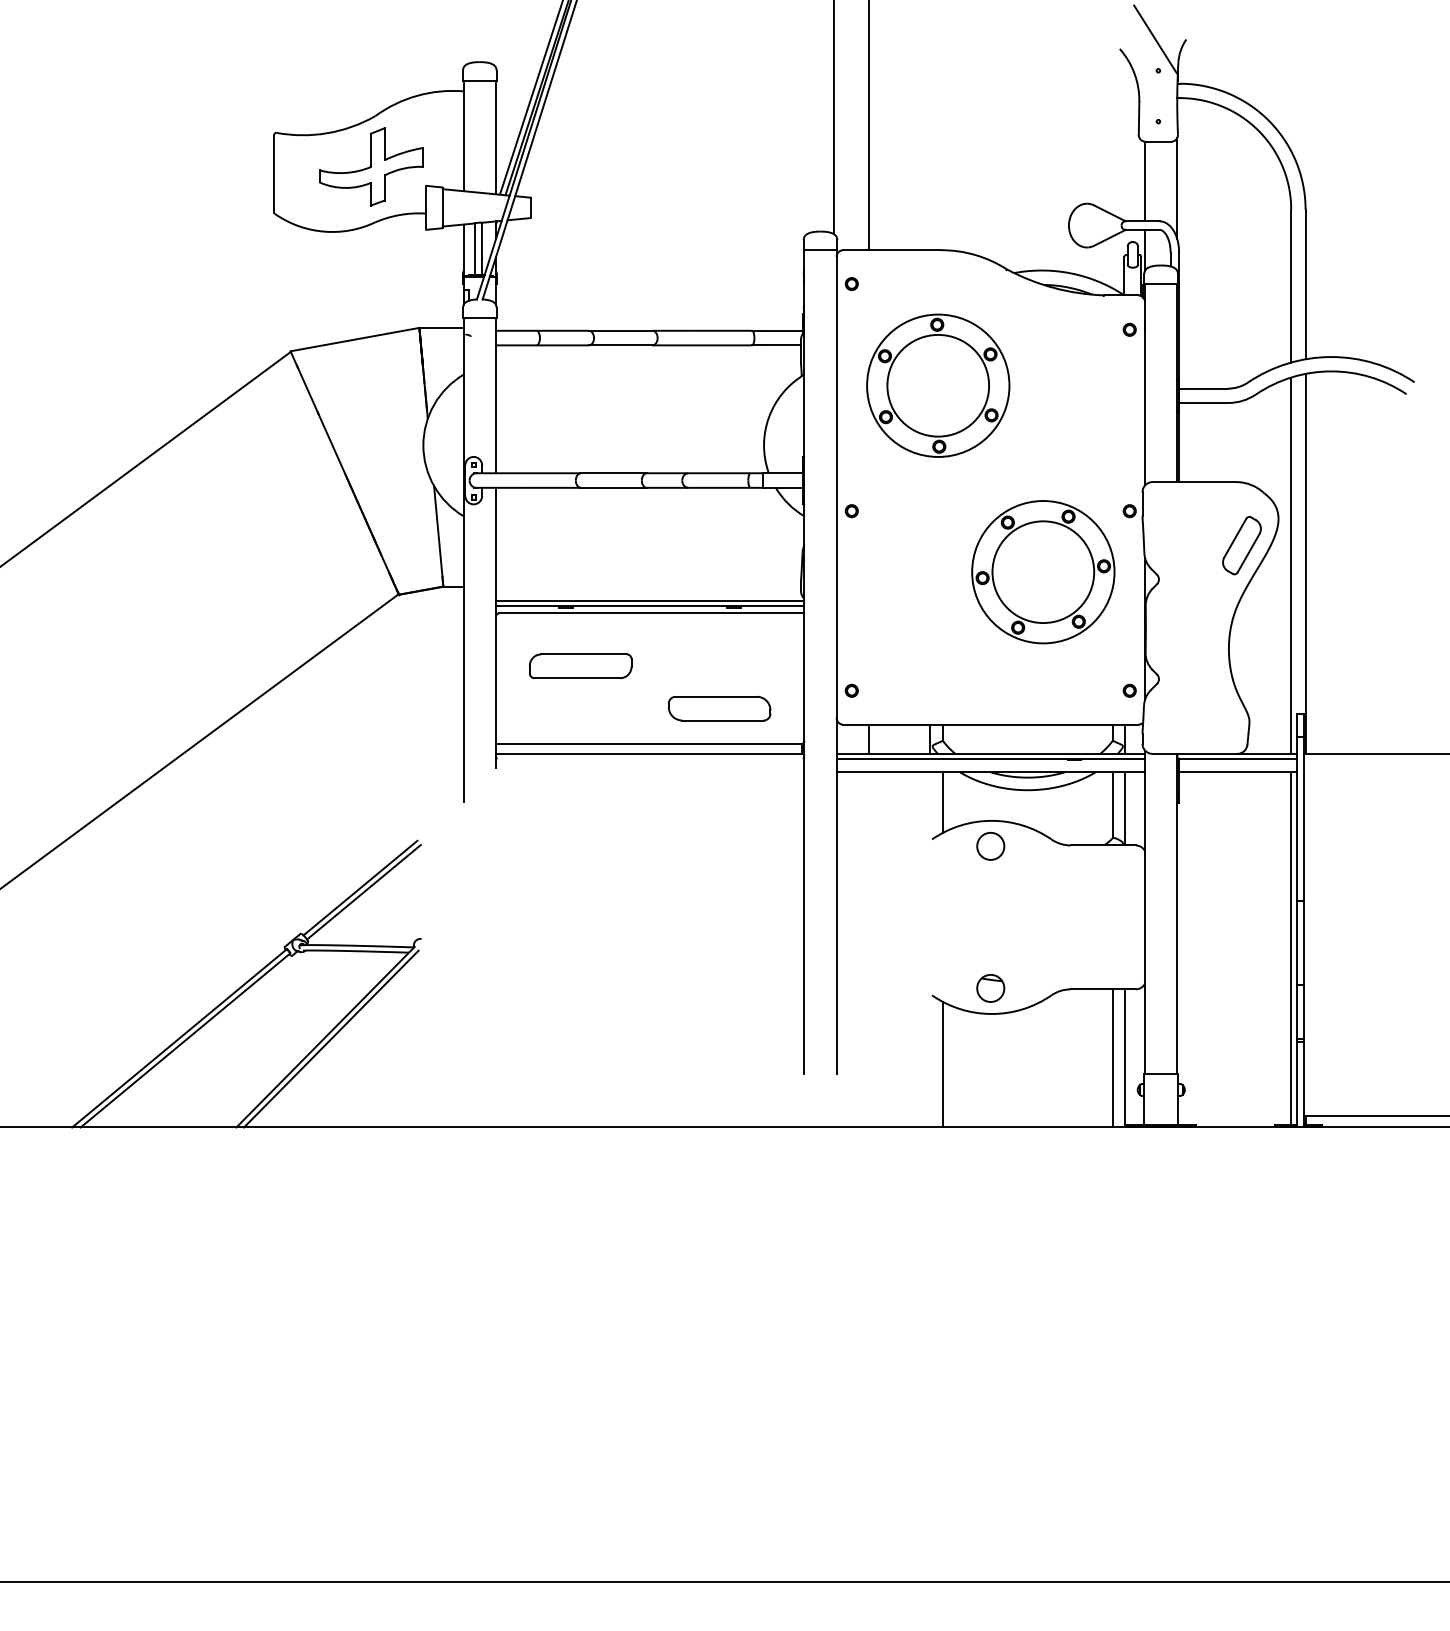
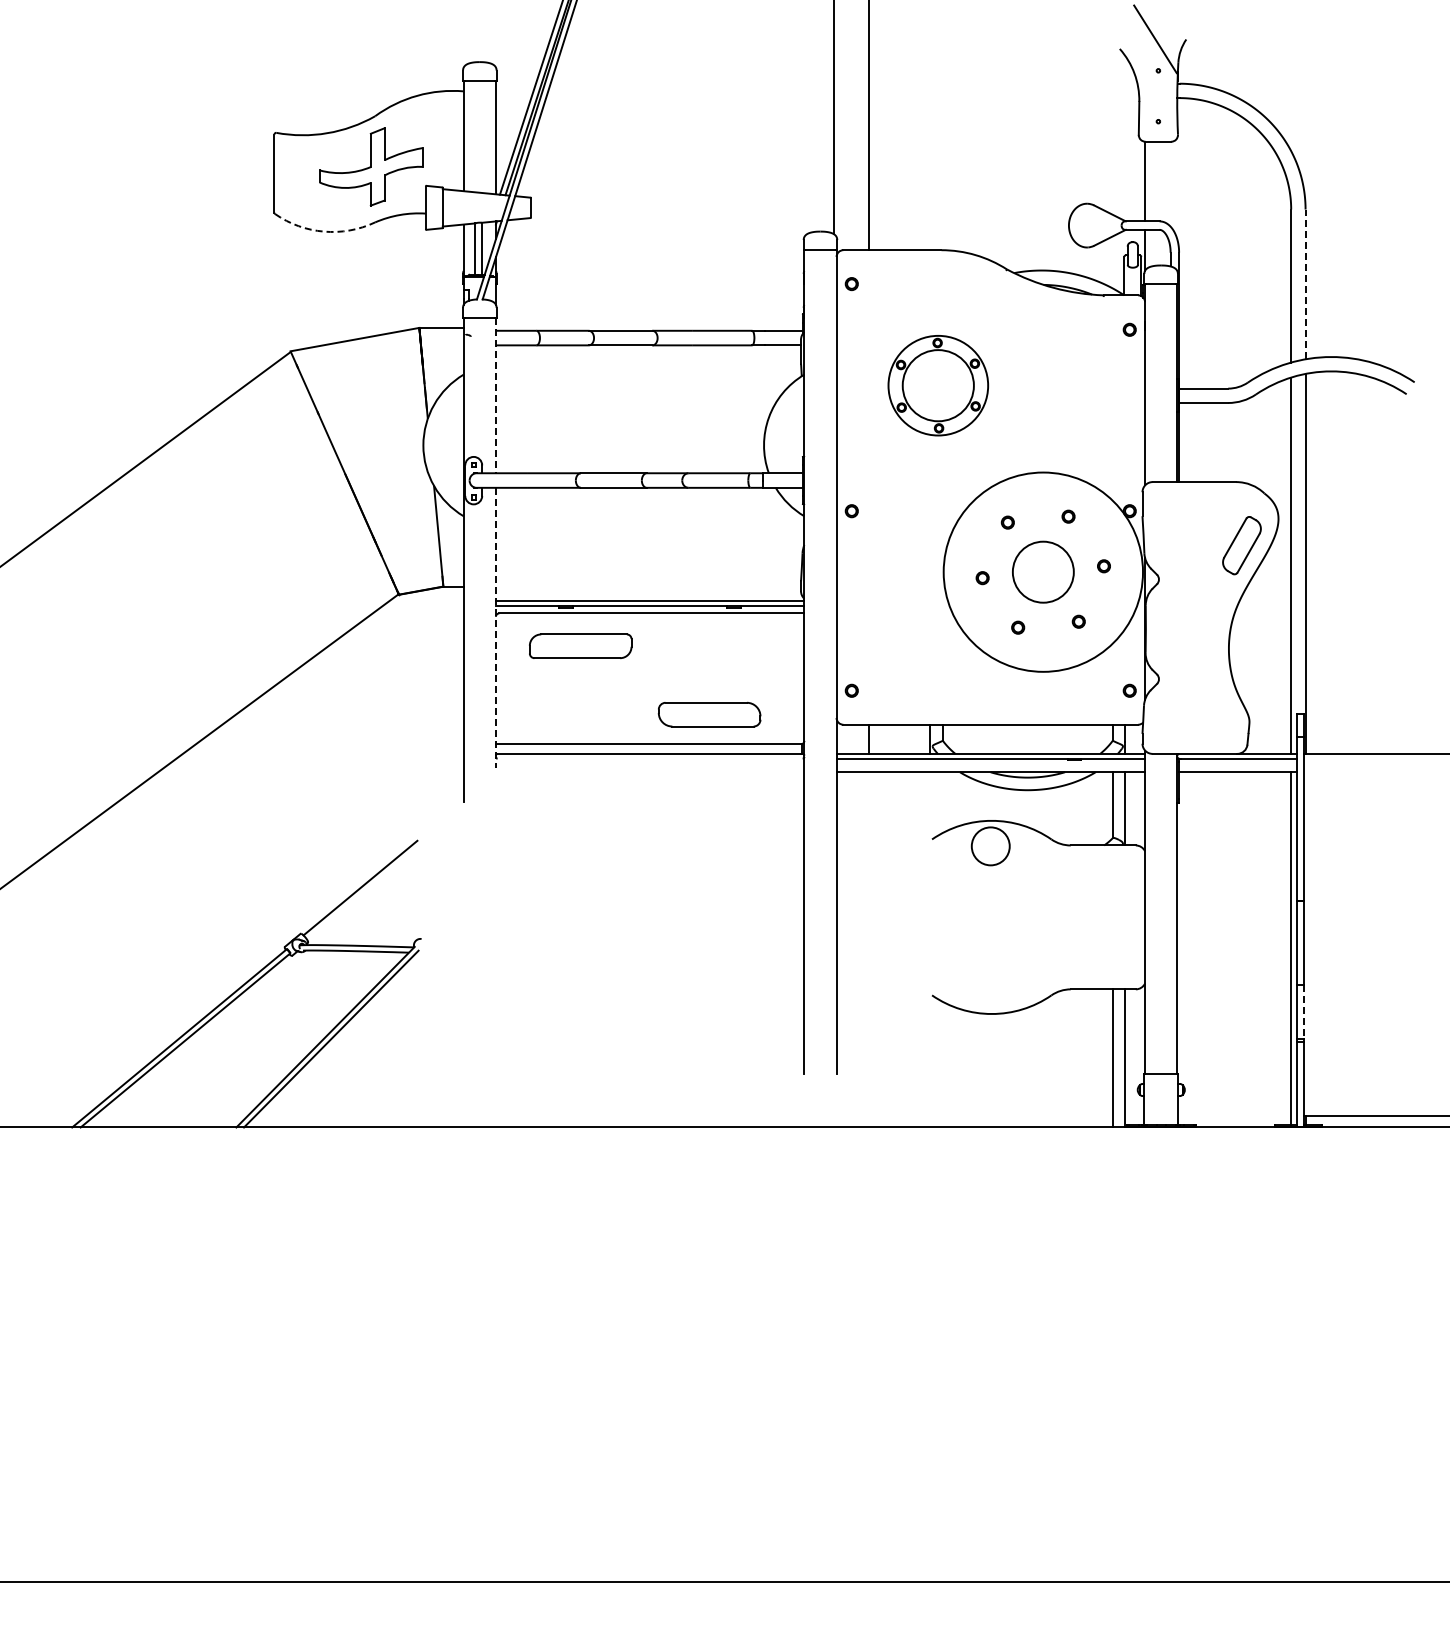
line at (1177, 188): present -> none
arc at (324, 231): solid -> dashed
line at (1305, 284): solid -> dashed
part at (938, 385) size: 145x145 px -> 103x102 px
line at (495, 395): solid -> dashed
circle at (1043, 572) diameter: 102 px -> 61 px
circle at (1043, 572) diameter: 142 px -> 199 px
line at (495, 627): solid -> dashed
part at (580, 666) position: (580, 666) -> (580, 646)
part at (719, 708) position: (719, 708) -> (709, 714)
line at (943, 802): present -> none
circle at (990, 845) diameter: 27 px -> 38 px
line at (363, 892): present -> none
part at (990, 988): present -> none
line at (1303, 1012): solid -> dashed
line at (943, 1064): present -> none
